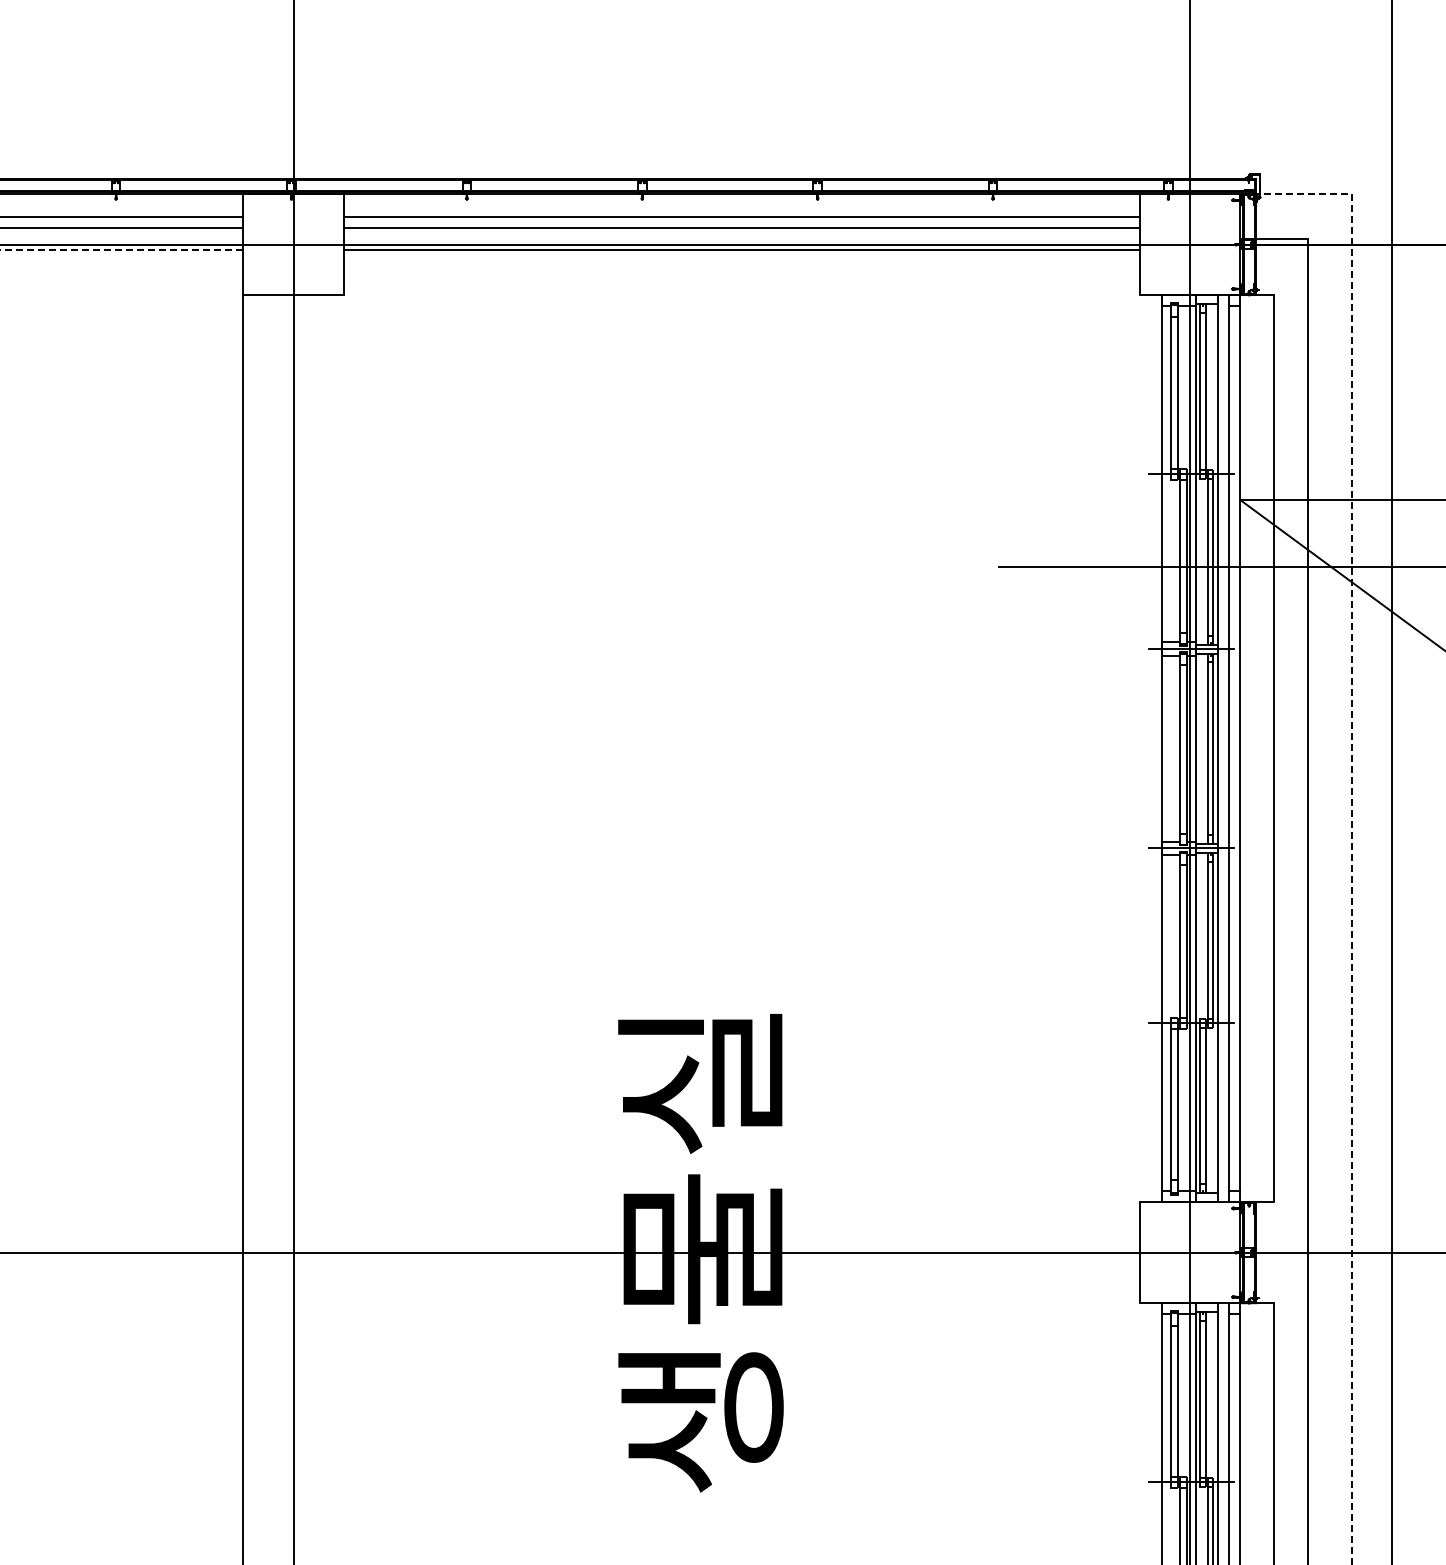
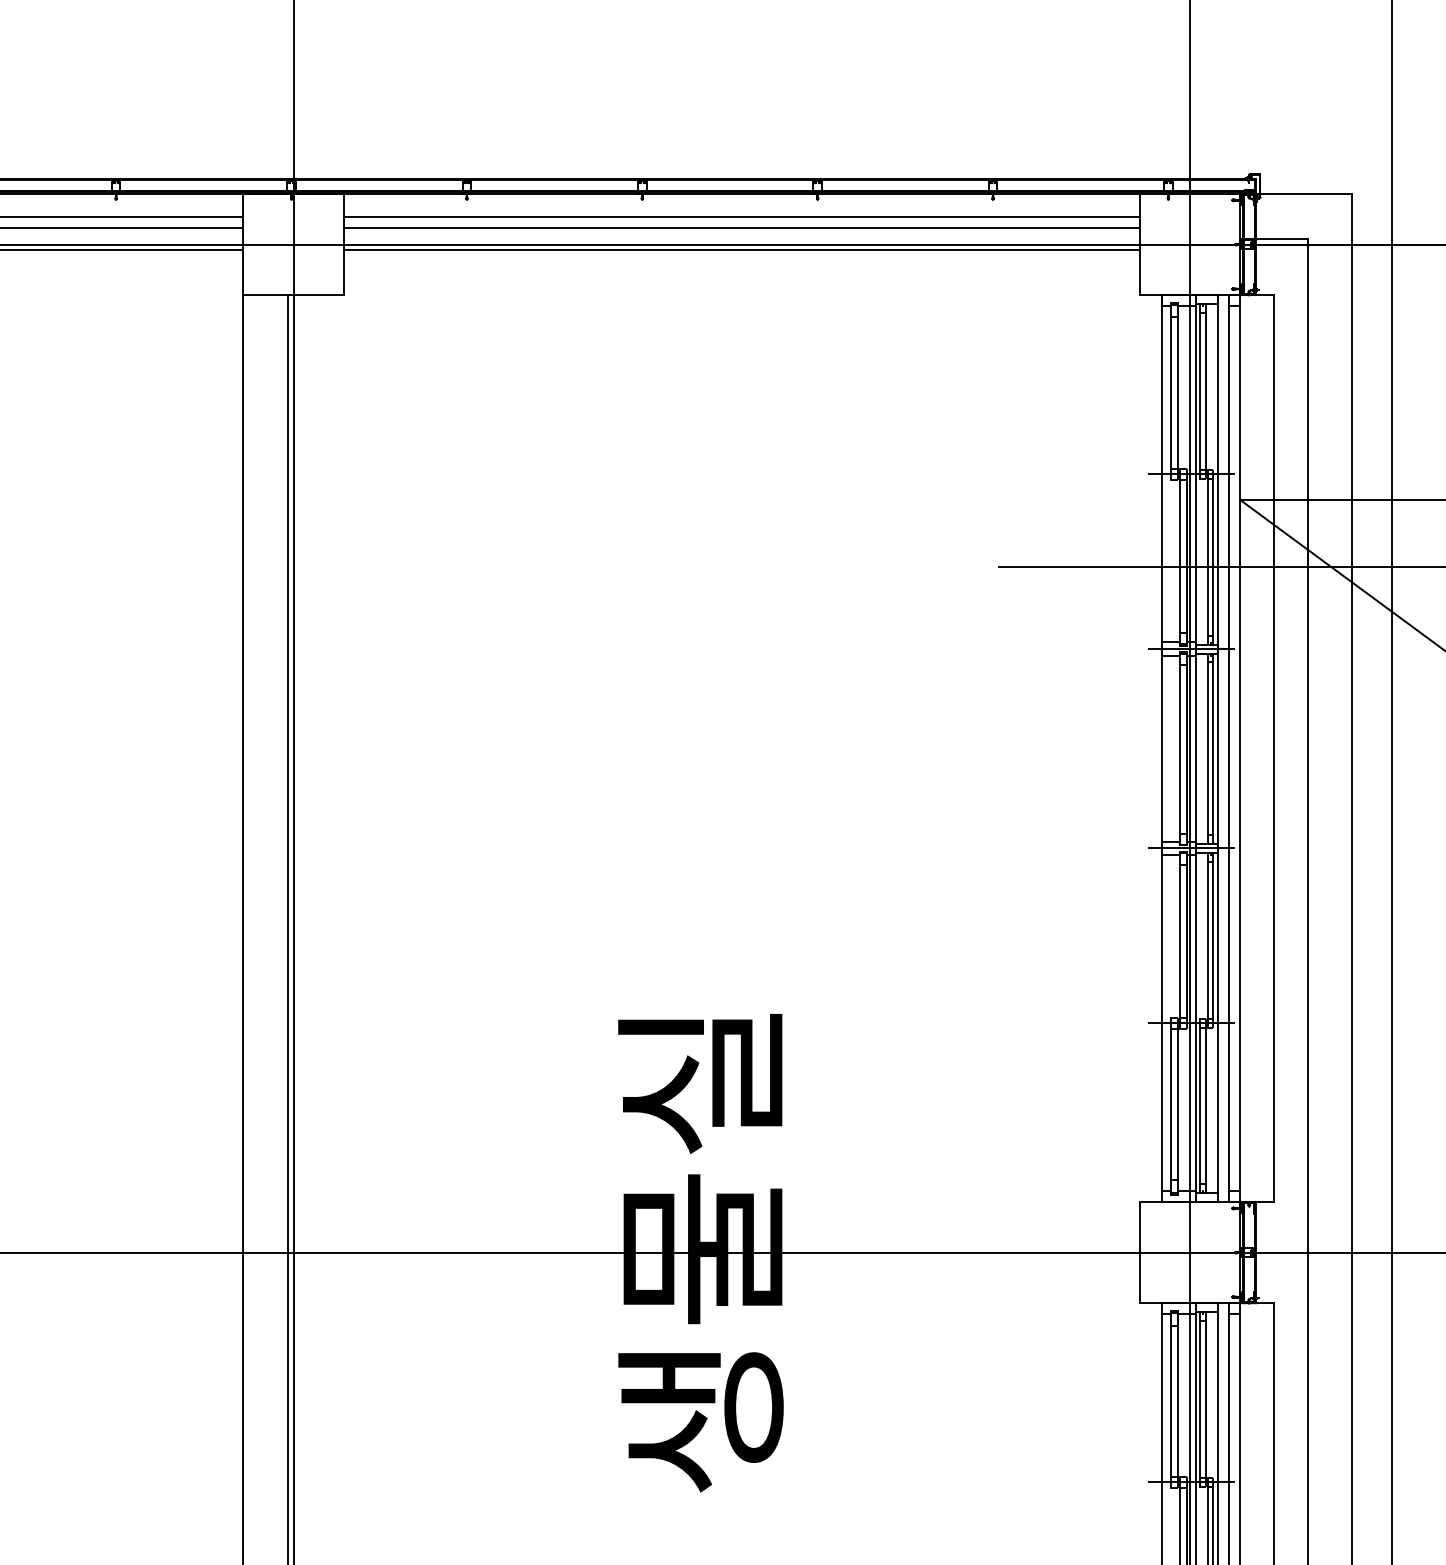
line at (121, 250): dashed -> solid
line at (1352, 822): dashed -> solid
line at (288, 928): none -> present
